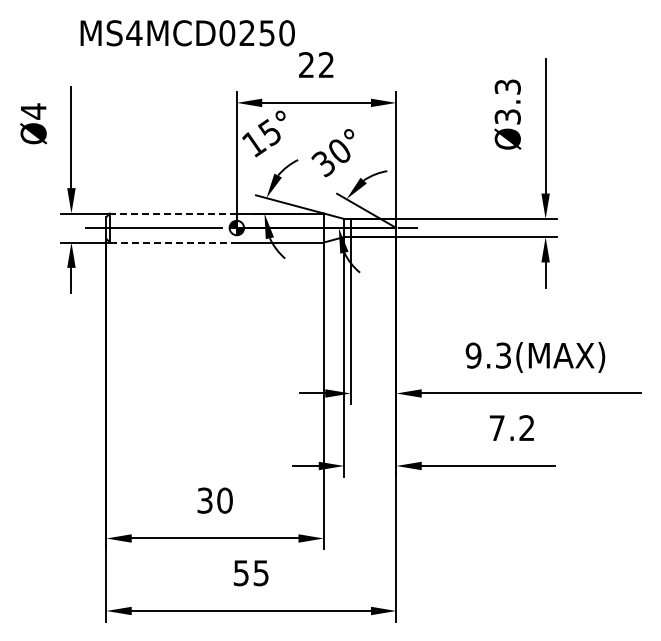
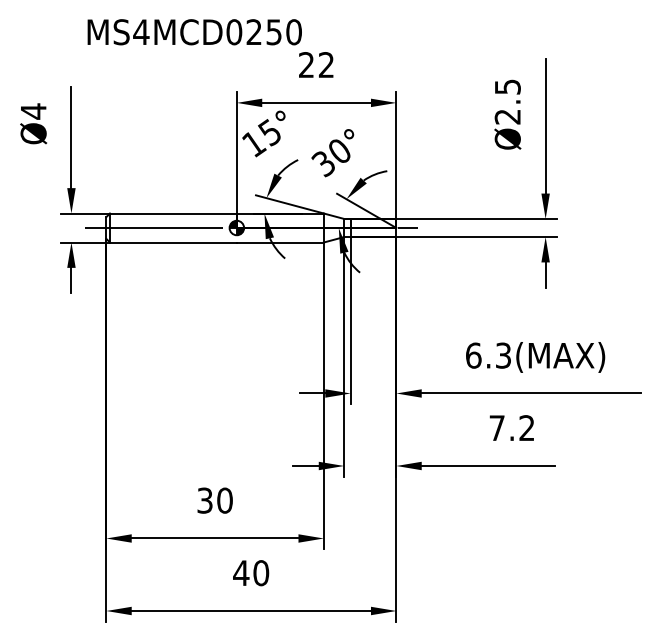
text at (187, 33) position: (187, 33) -> (194, 32)
text at (507, 101): Ø3.3 -> Ø2.5
line at (172, 213): dashed -> solid
line at (173, 242): dashed -> solid
text at (473, 355): 9.3(MAX) -> 6.3(MAX)
text at (251, 573): 55 -> 40
